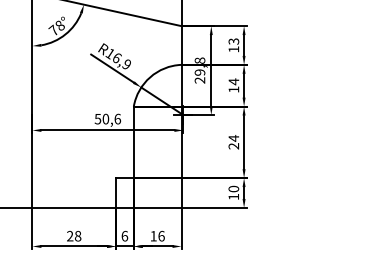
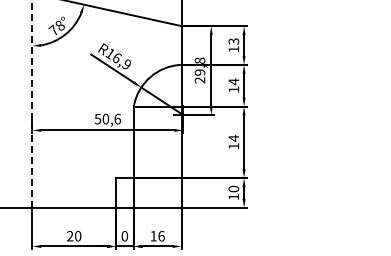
line at (32, 104): solid -> dashed
text at (233, 146): 24 -> 14
text at (78, 236): 28 -> 20
text at (124, 236): 6 -> 0
